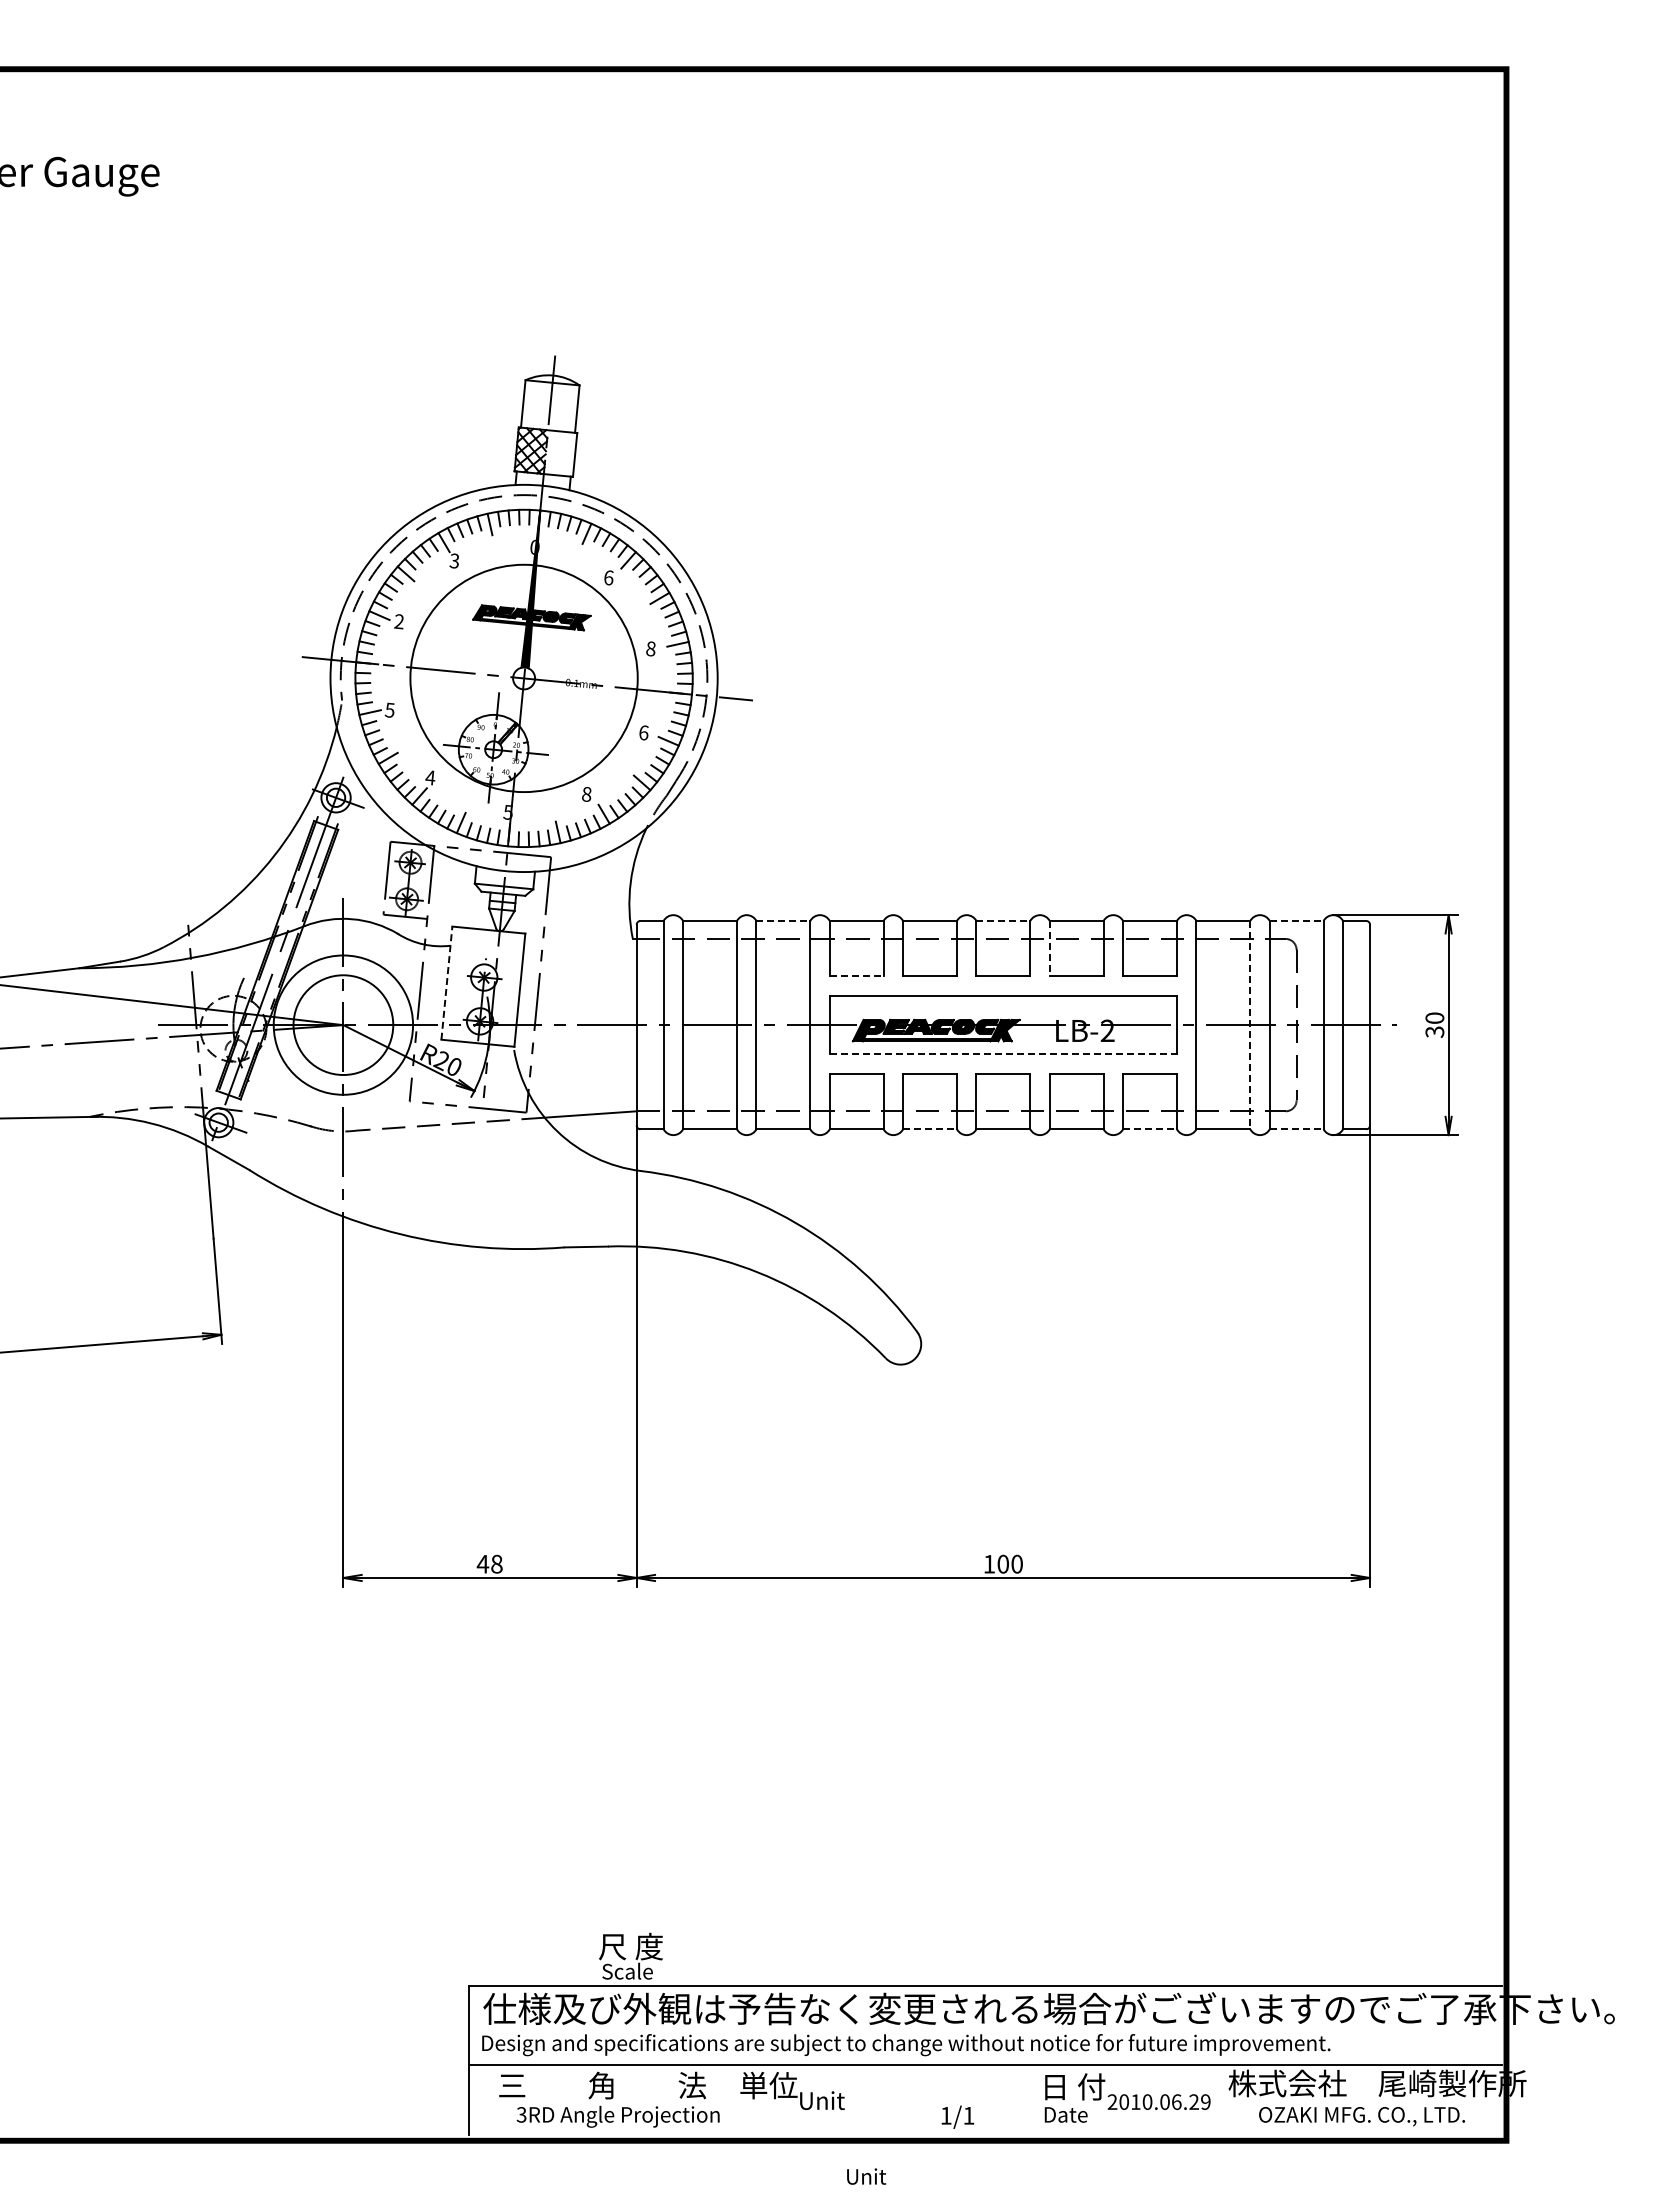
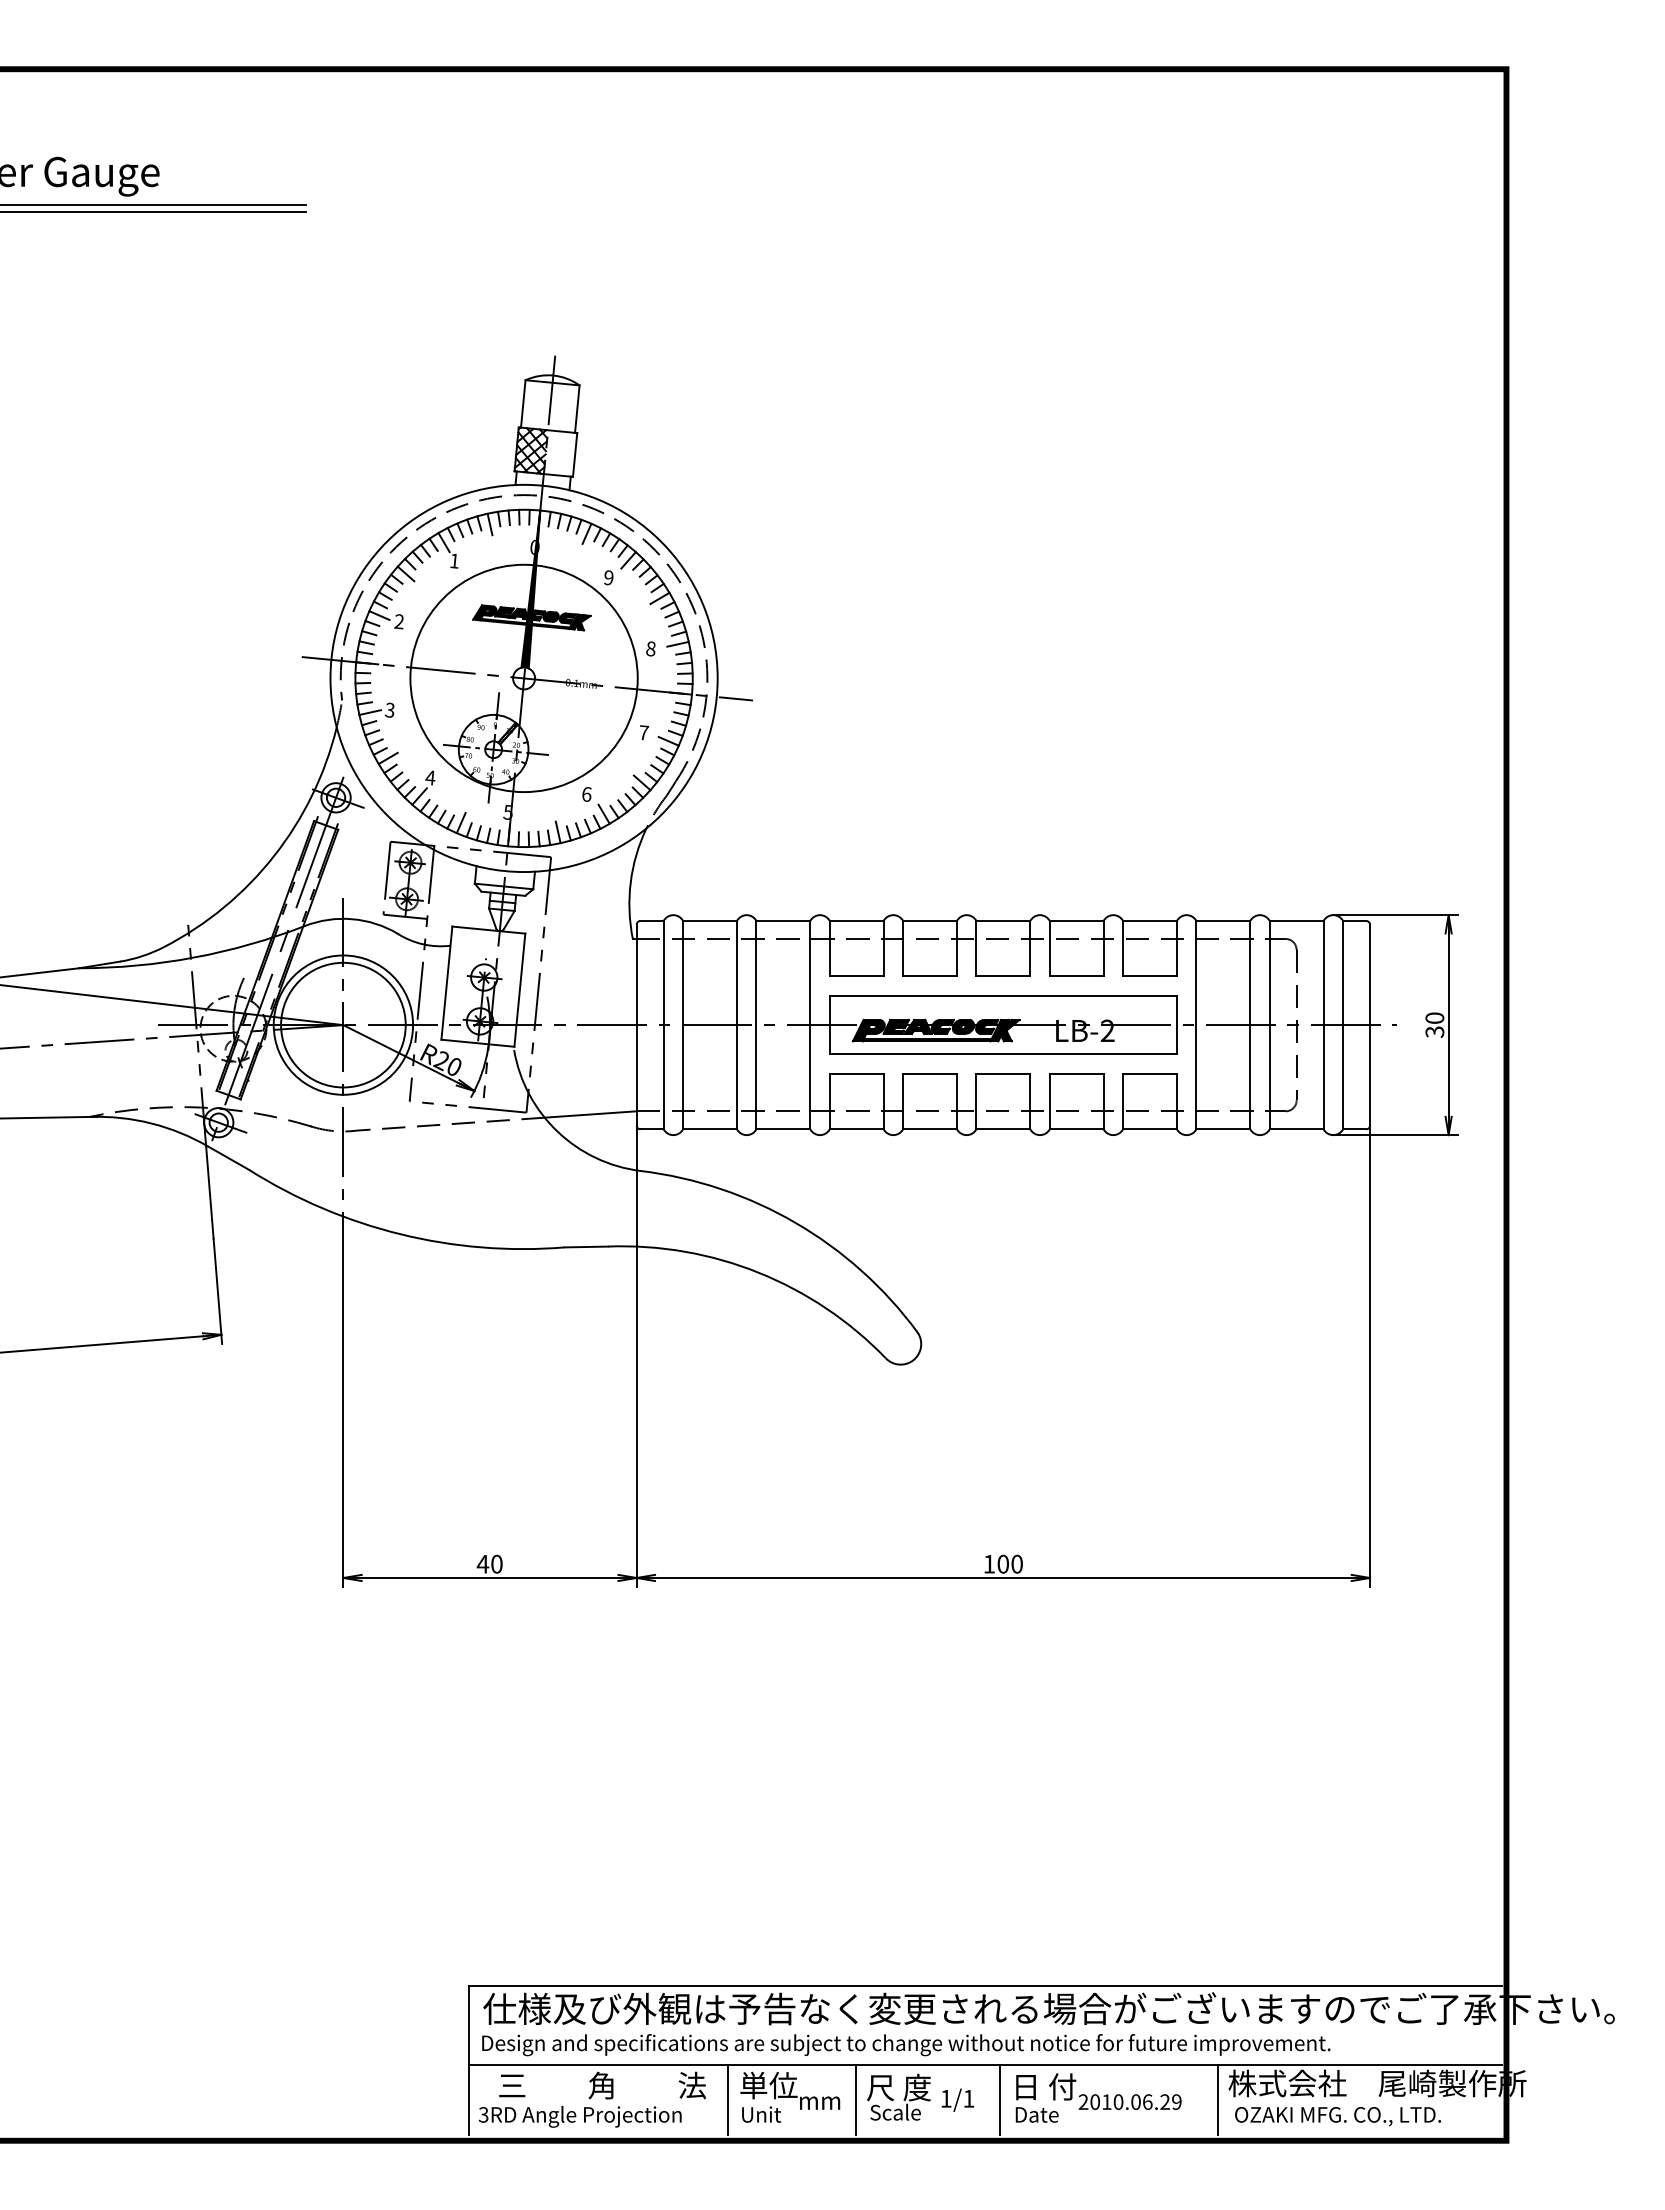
line at (153, 204): none -> present
line at (153, 212): none -> present
text at (453, 560): 3 -> 1
text at (608, 577): 6 -> 9
text at (390, 709): 5 -> 3
text at (644, 732): 6 -> 7
text at (586, 794): 8 -> 6
line at (783, 921): dashed -> solid
line at (1003, 921): dashed -> solid
line at (1296, 921): dashed -> solid
line at (1049, 948): dashed -> solid
line at (856, 976): dashed -> solid
line at (446, 983): dashed -> solid
circle at (343, 1025) diameter: 100 px -> 125 px
line at (1250, 1025): dashed -> solid
line at (1003, 1054): dashed -> solid
line at (930, 1129): dashed -> solid
line at (1150, 1129): dashed -> solid
line at (1296, 1129): dashed -> solid
text at (496, 1564): 48 -> 40
text at (630, 1955) position: (630, 1955) -> (898, 2096)
text at (1127, 2097) position: (1127, 2097) -> (1098, 2097)
line at (728, 2099): none -> present
line at (856, 2099): none -> present
line at (999, 2099): none -> present
line at (1217, 2099): none -> present
text at (822, 2100): Unit -> mm
text at (617, 2116) position: (617, 2116) -> (579, 2116)
text at (957, 2116) position: (957, 2116) -> (957, 2099)
text at (1361, 2116) position: (1361, 2116) -> (1337, 2116)
text at (866, 2176) position: (866, 2176) -> (761, 2114)
